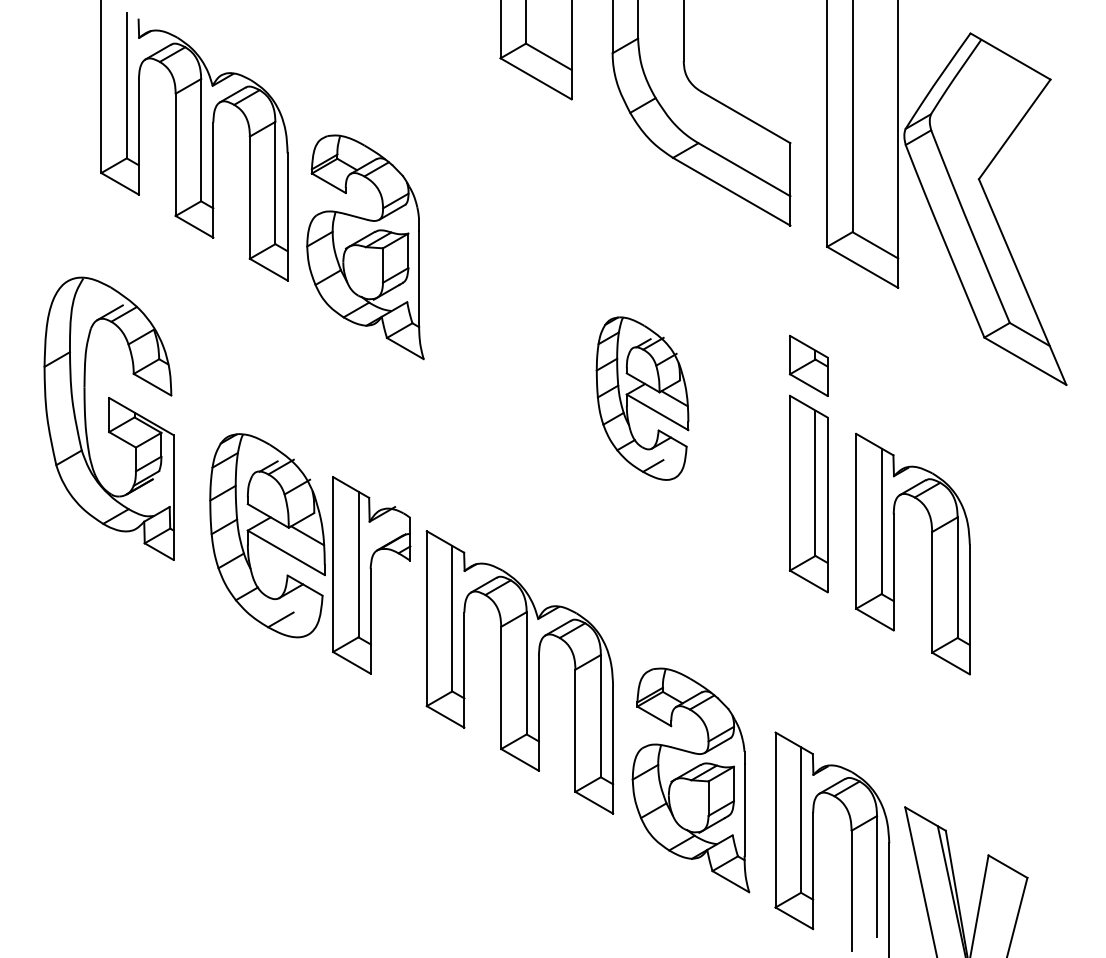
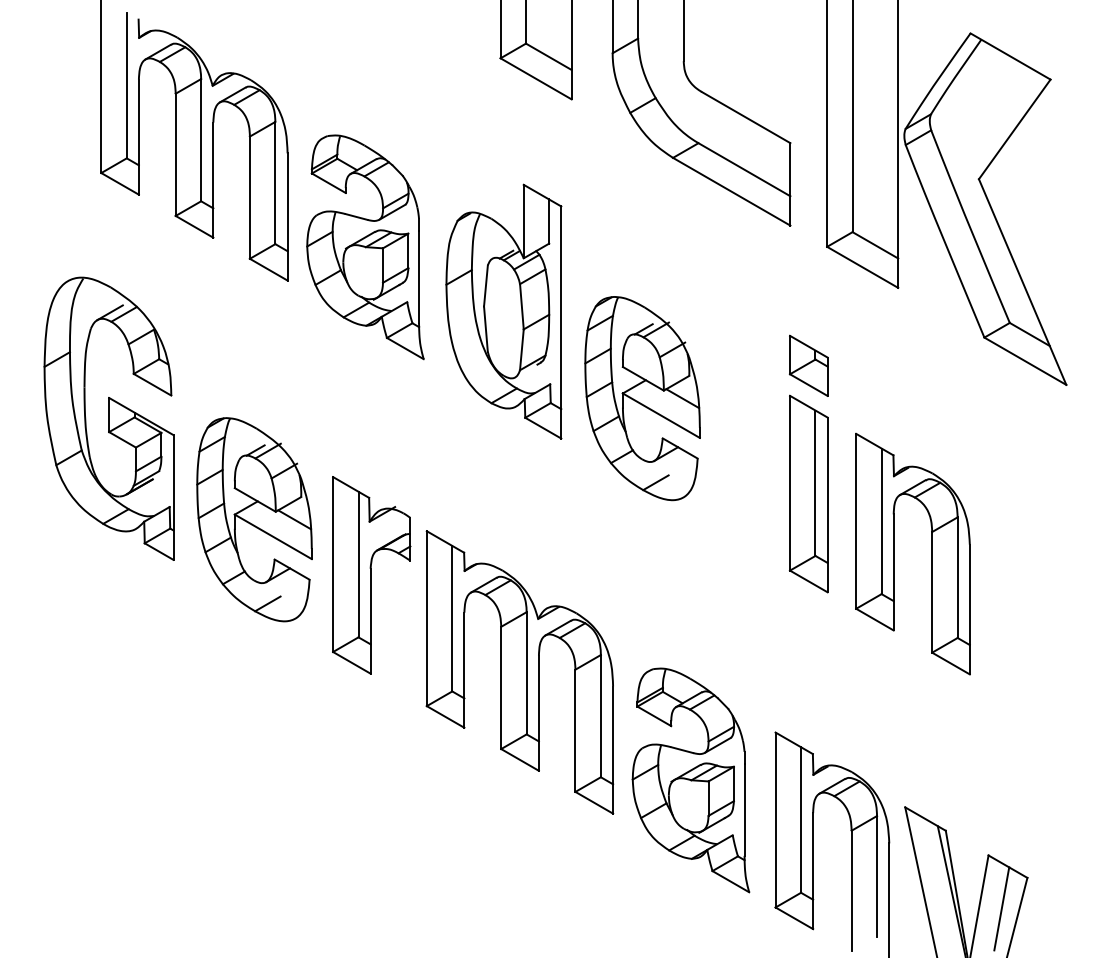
part at (503, 311): none -> present
part at (642, 398) size: 95x165 px -> 117x206 px
part at (267, 535) position: (267, 535) -> (254, 519)
line at (1001, 908): none -> present
